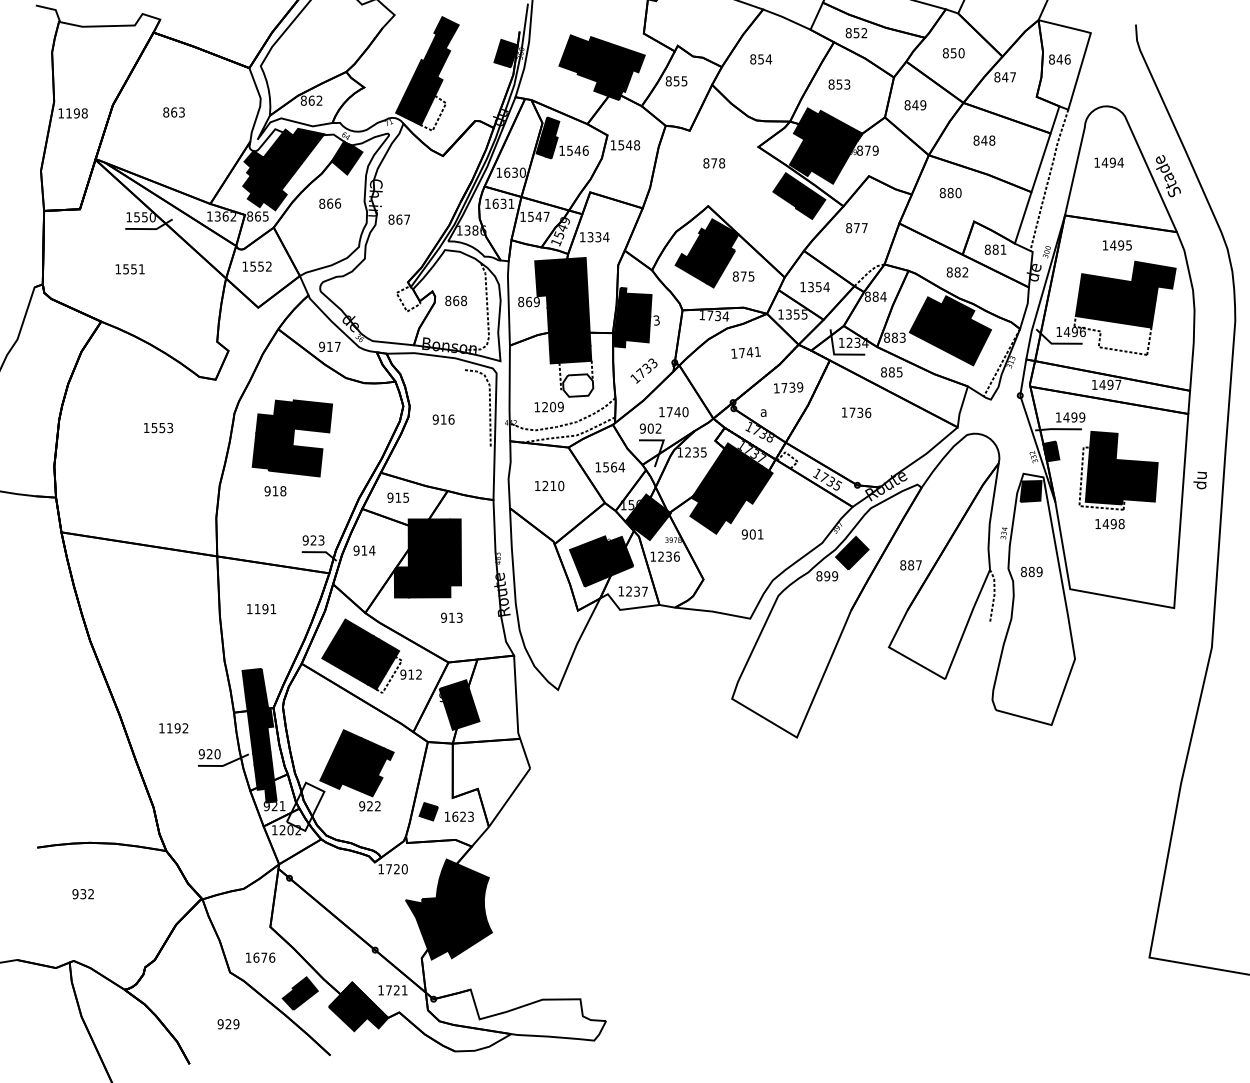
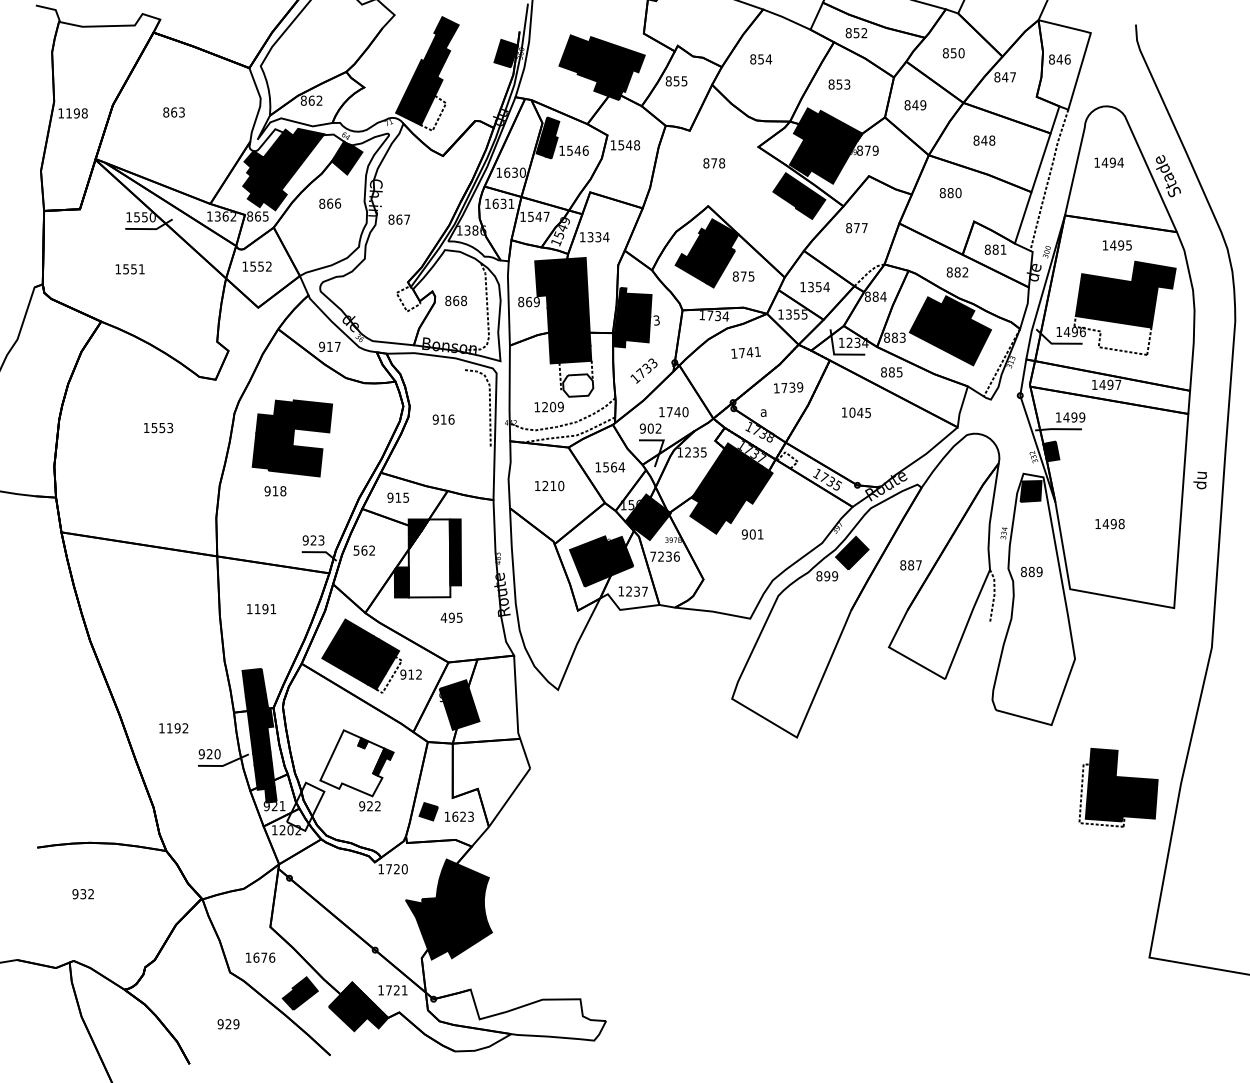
text at (860, 412): 1736 -> 1045
part at (1118, 470) position: (1118, 470) -> (1118, 787)
text at (364, 550): 914 -> 562
text at (652, 556): 1236 -> 7236
fill at (429, 558): present -> none
text at (451, 617): 913 -> 495
fill at (352, 763): present -> none
